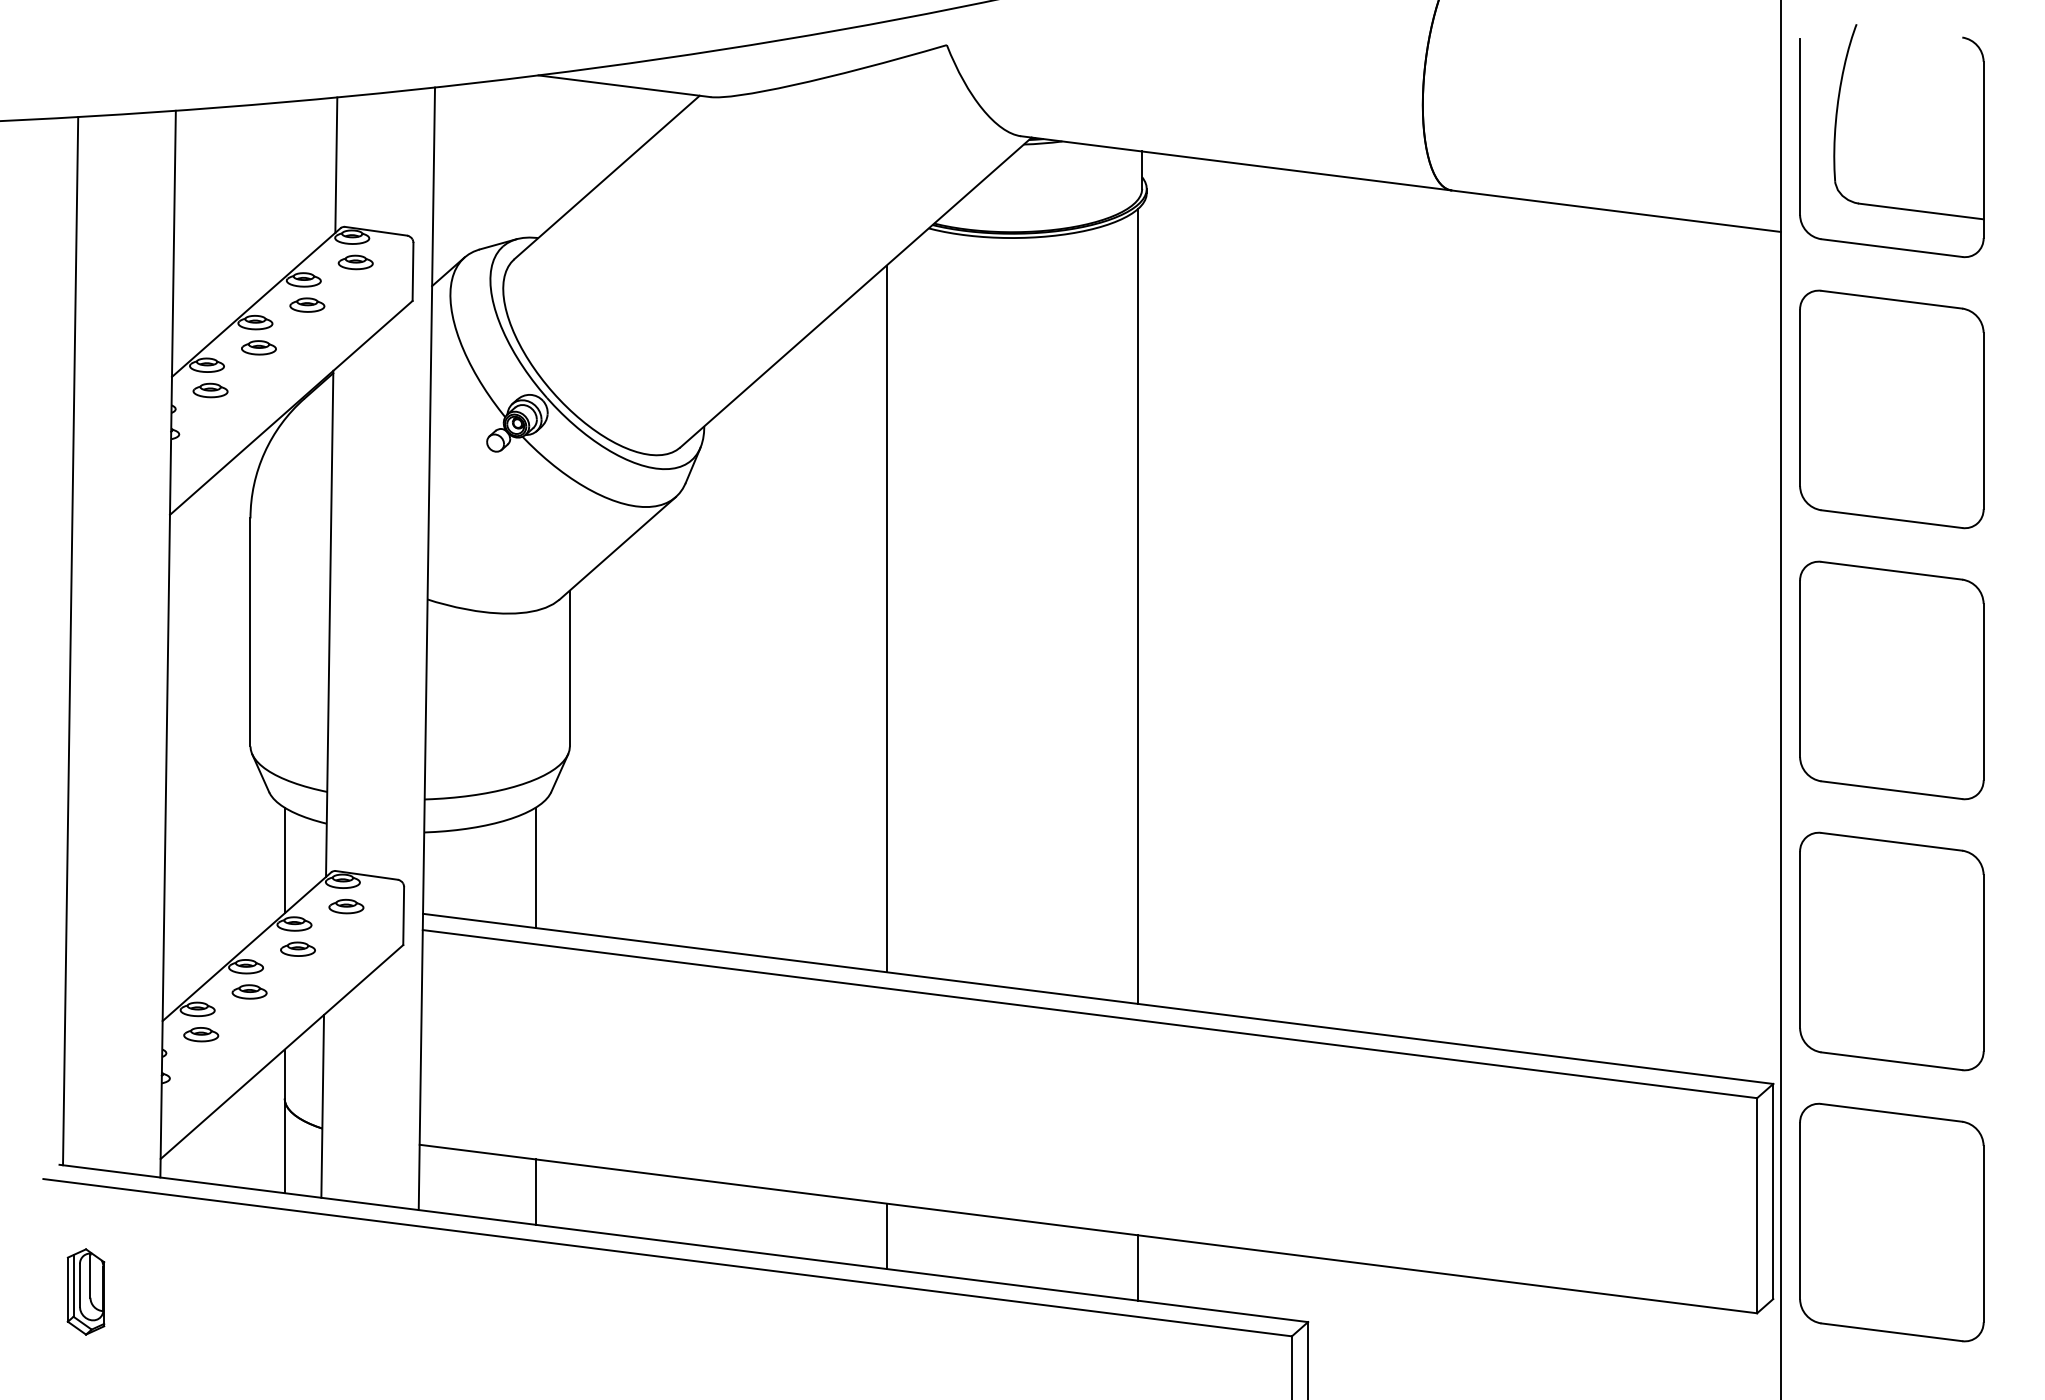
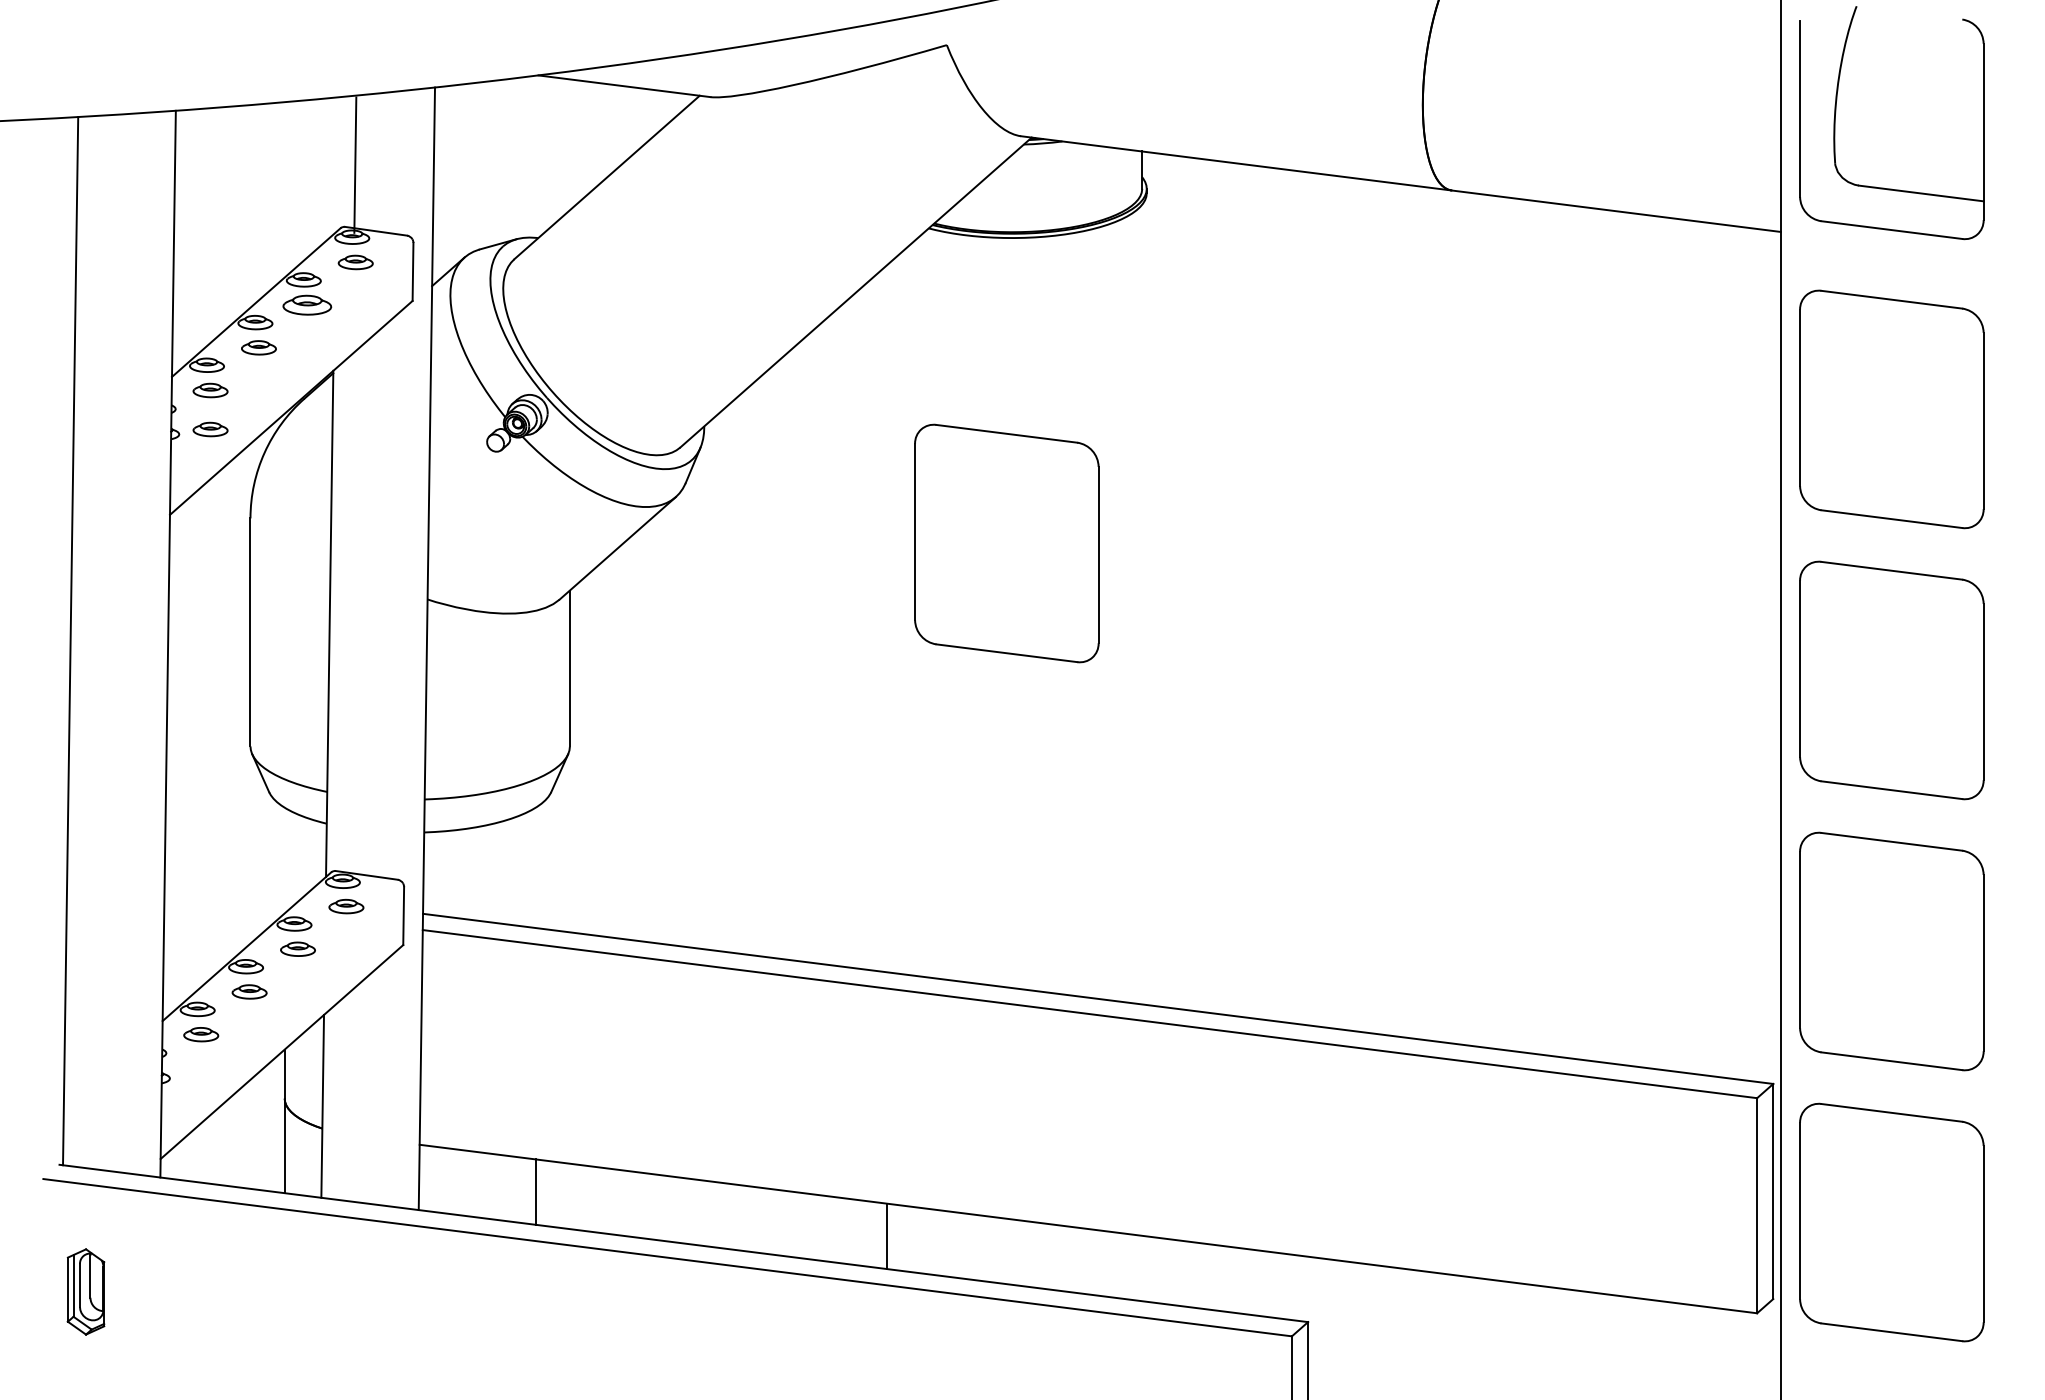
part at (1835, 141) position: (1835, 141) -> (1835, 123)
line at (336, 164) position: (336, 164) -> (355, 164)
part at (307, 304) size: 37x16 px -> 51x22 px
part at (210, 429): none -> present
part at (1006, 543): none -> present
line at (1137, 606): present -> none
line at (886, 618): present -> none
line at (284, 860): present -> none
line at (535, 867): present -> none
line at (1137, 1267): present -> none
